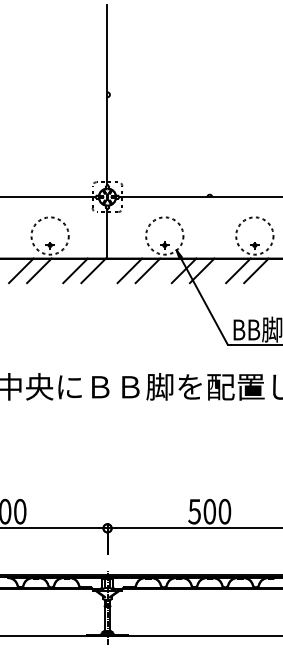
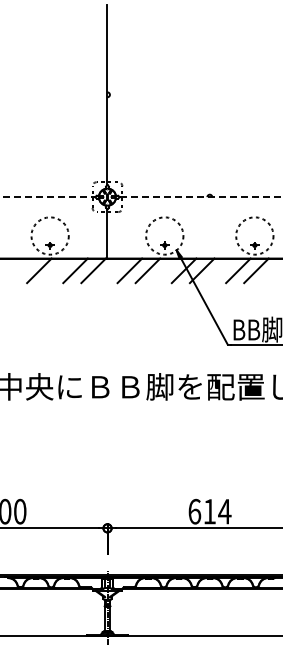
line at (48, 197): solid -> dashed
line at (201, 197): solid -> dashed
line at (21, 270): present -> none
text at (209, 511): 500 -> 614
